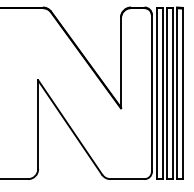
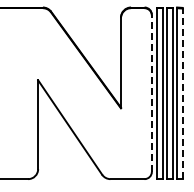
line at (151, 93): solid -> dashed
line at (182, 93): solid -> dashed
